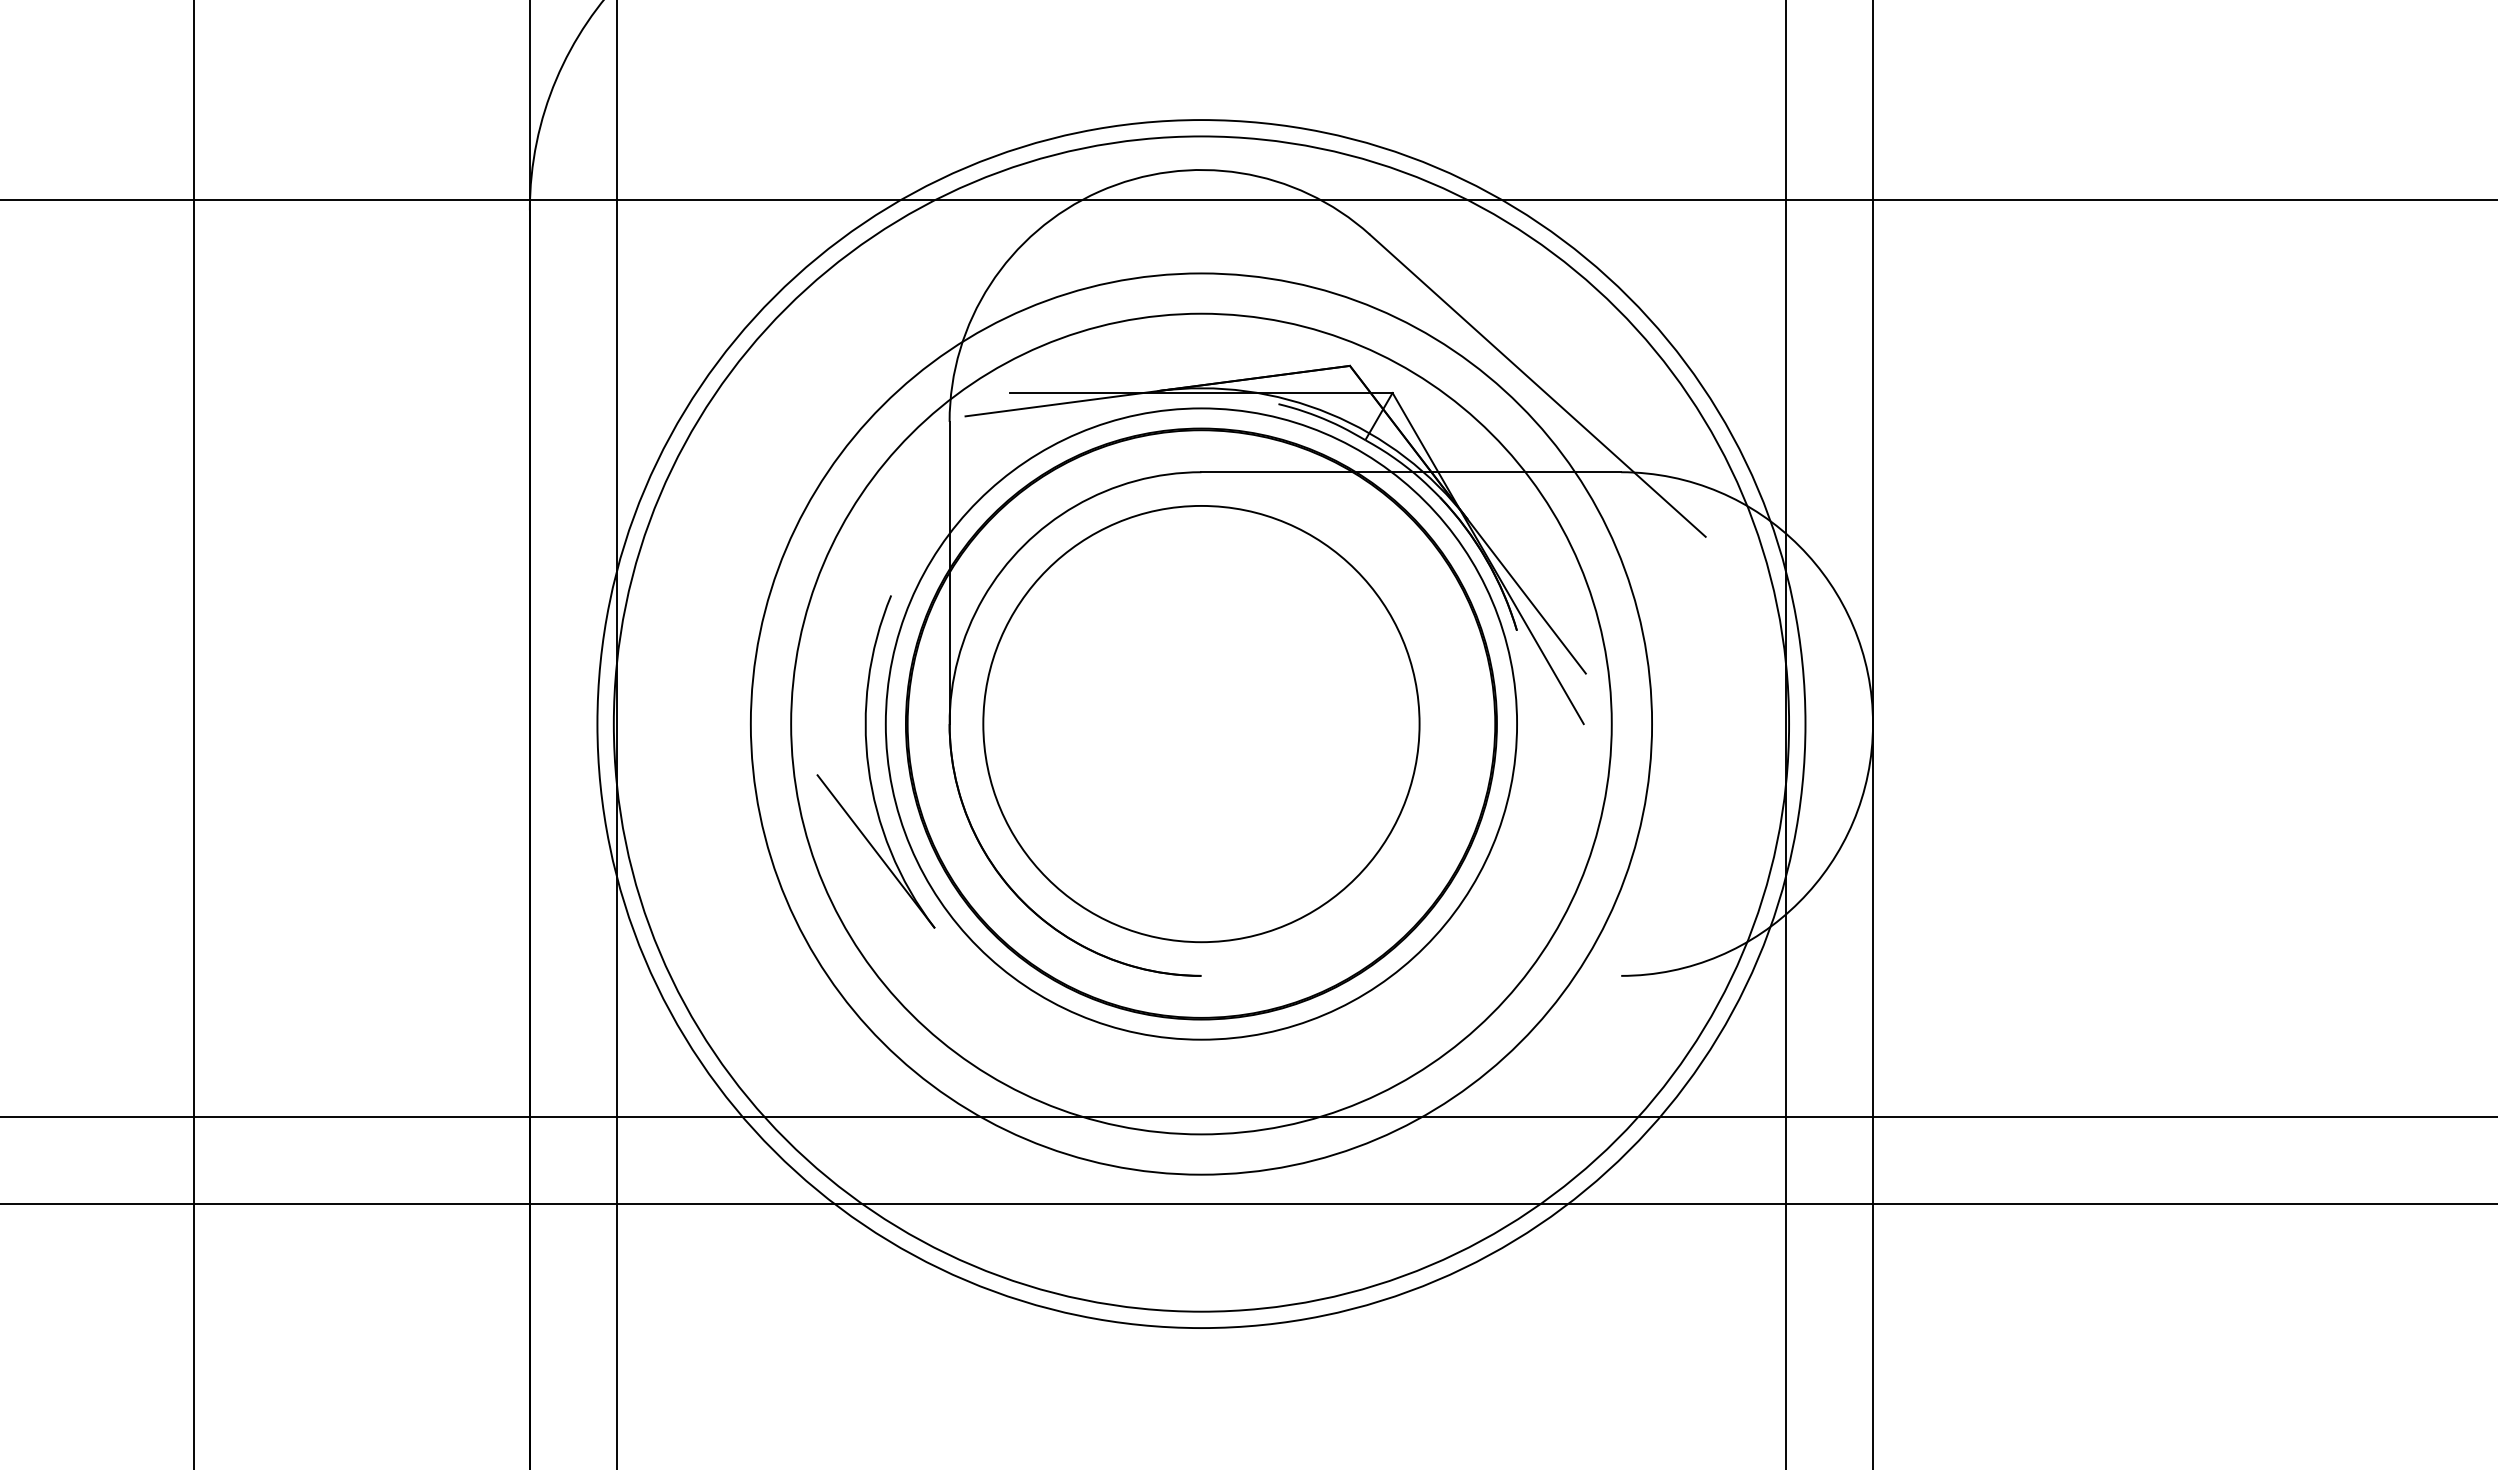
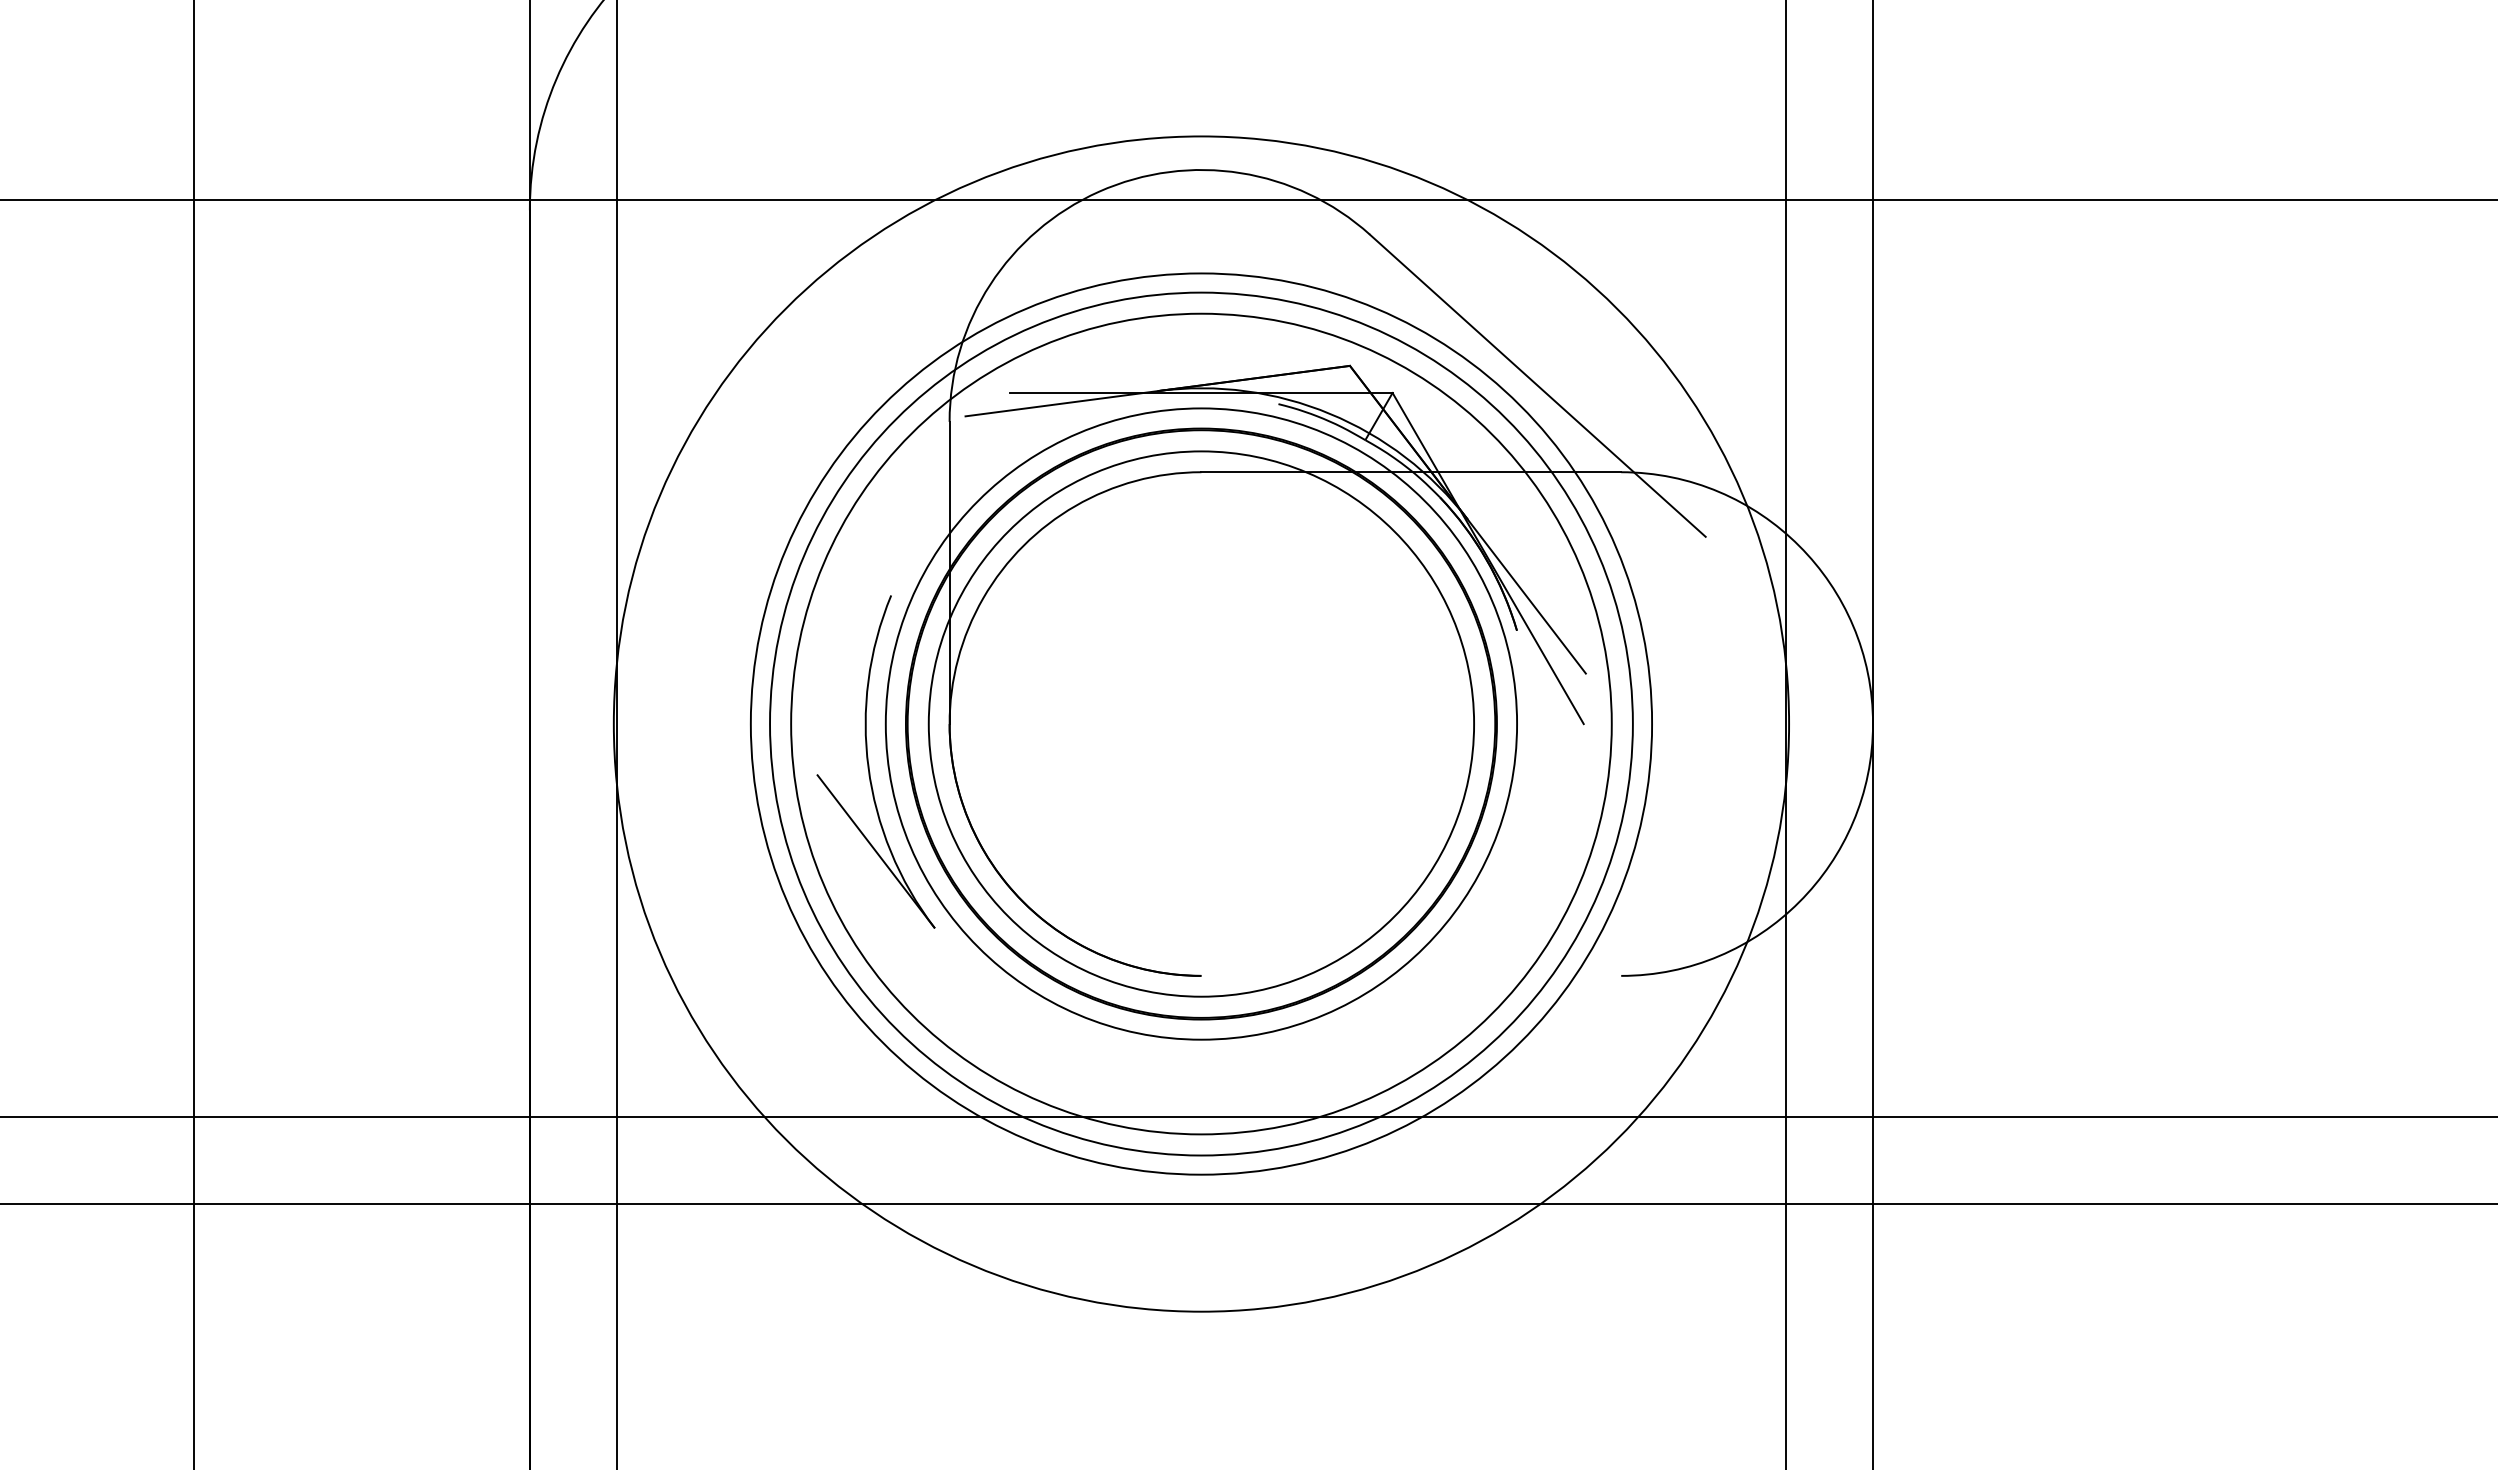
circle at (1201, 723) diameter: 436 px -> 545 px
circle at (1201, 724) diameter: 1208 px -> 863 px
